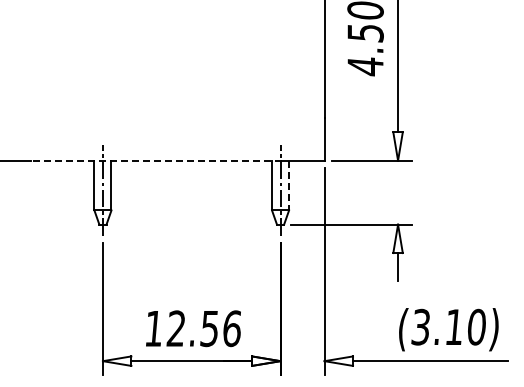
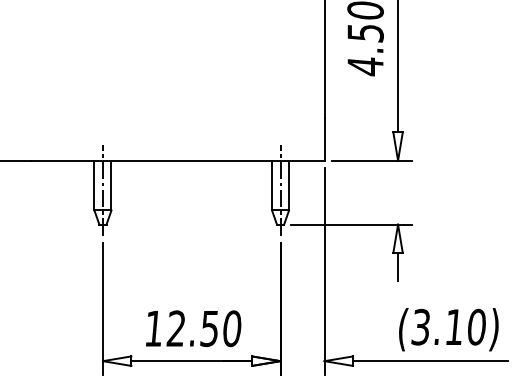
line at (156, 160): dashed -> solid
line at (289, 185): dashed -> solid
text at (232, 328): 12.56 -> 12.50
